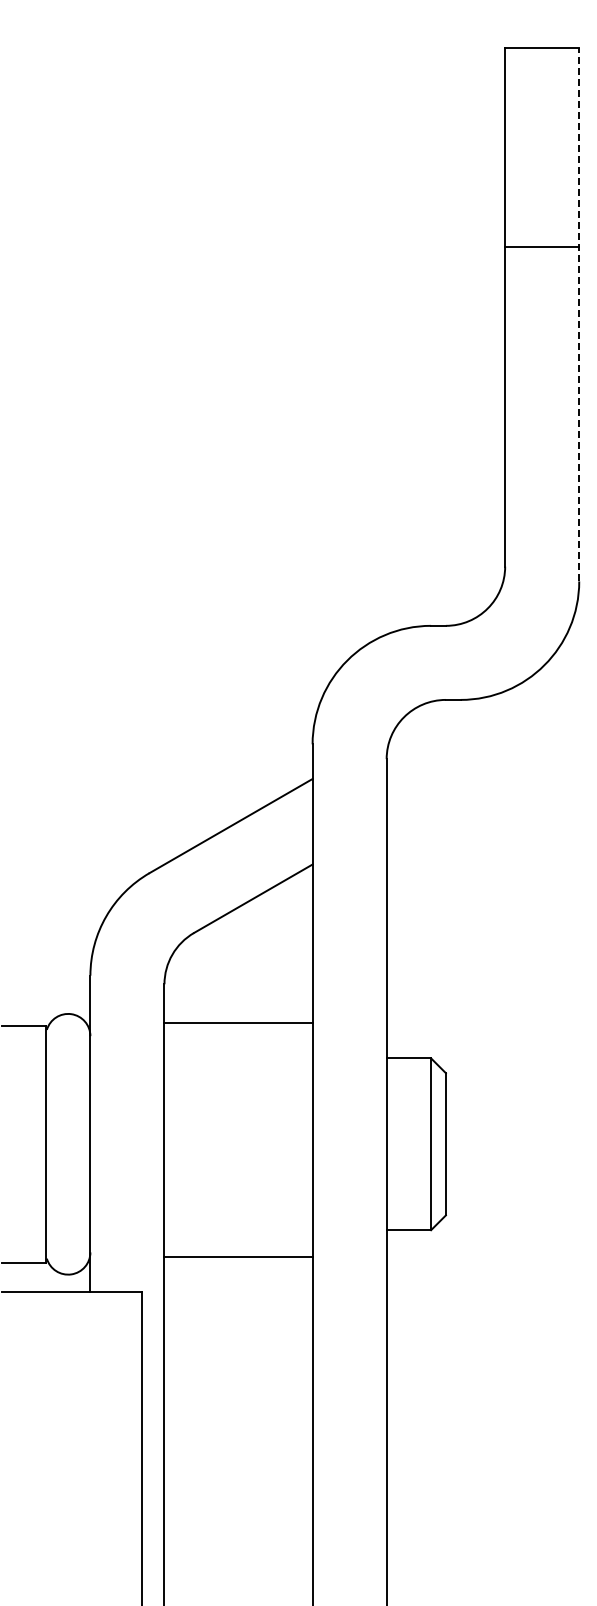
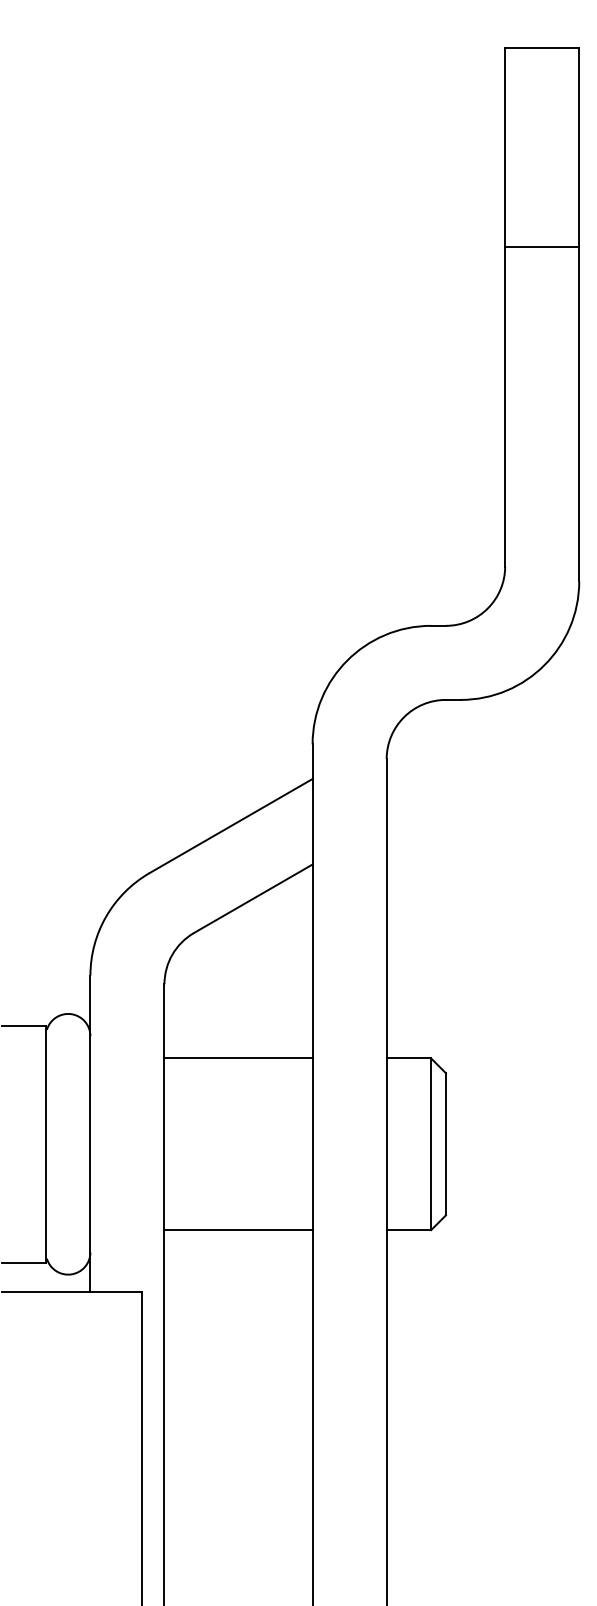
line at (579, 314): dashed -> solid
line at (238, 1023) position: (238, 1023) -> (238, 1058)
line at (238, 1257) position: (238, 1257) -> (238, 1230)
